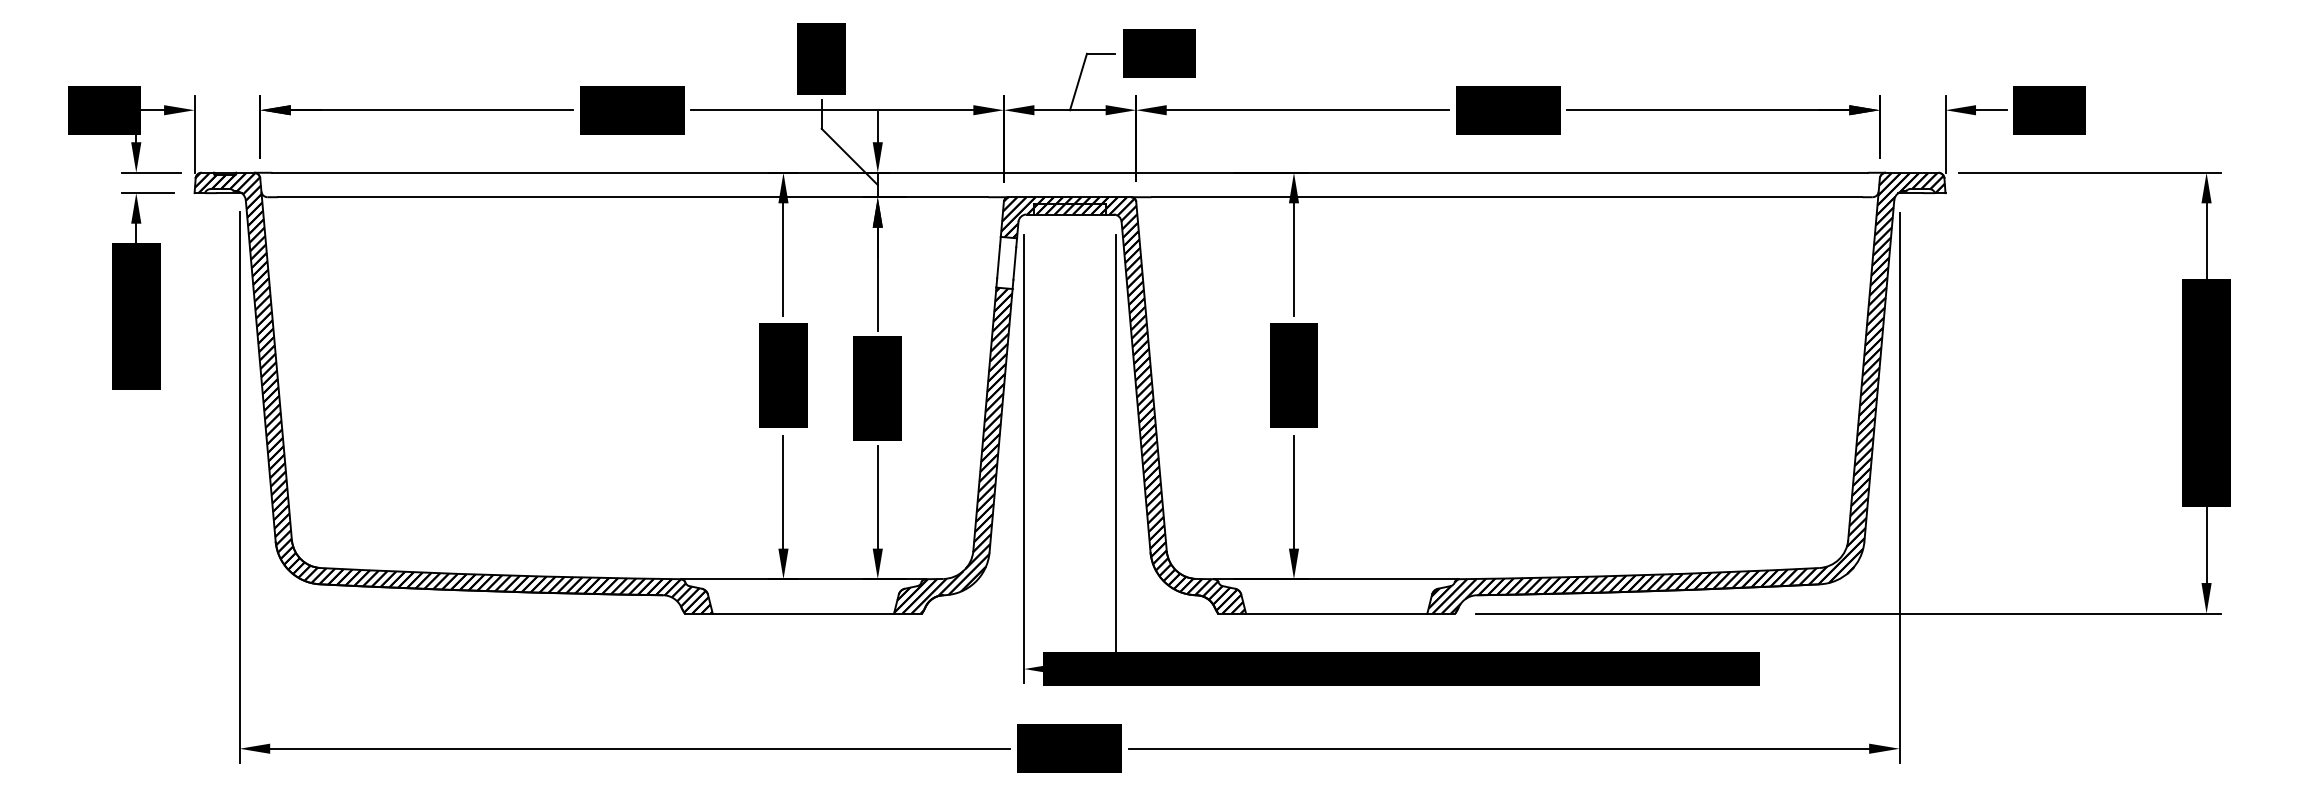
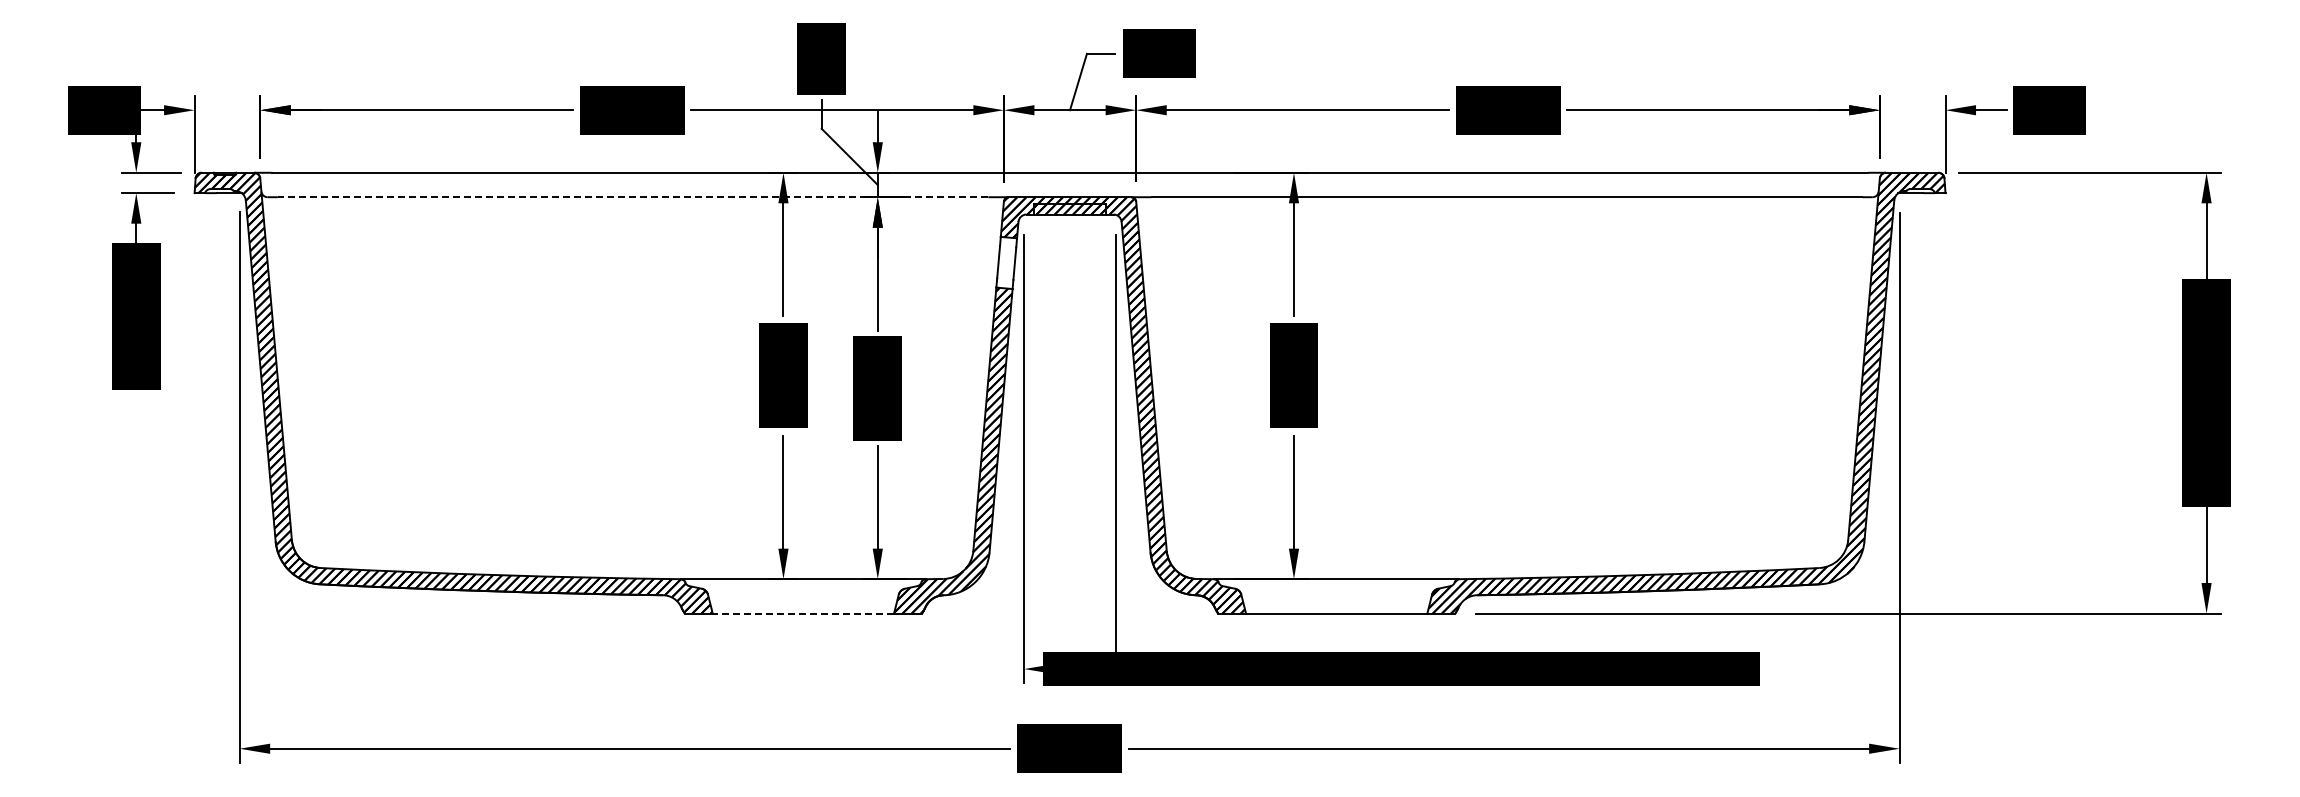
line at (632, 197): solid -> dashed
line at (803, 613): solid -> dashed
